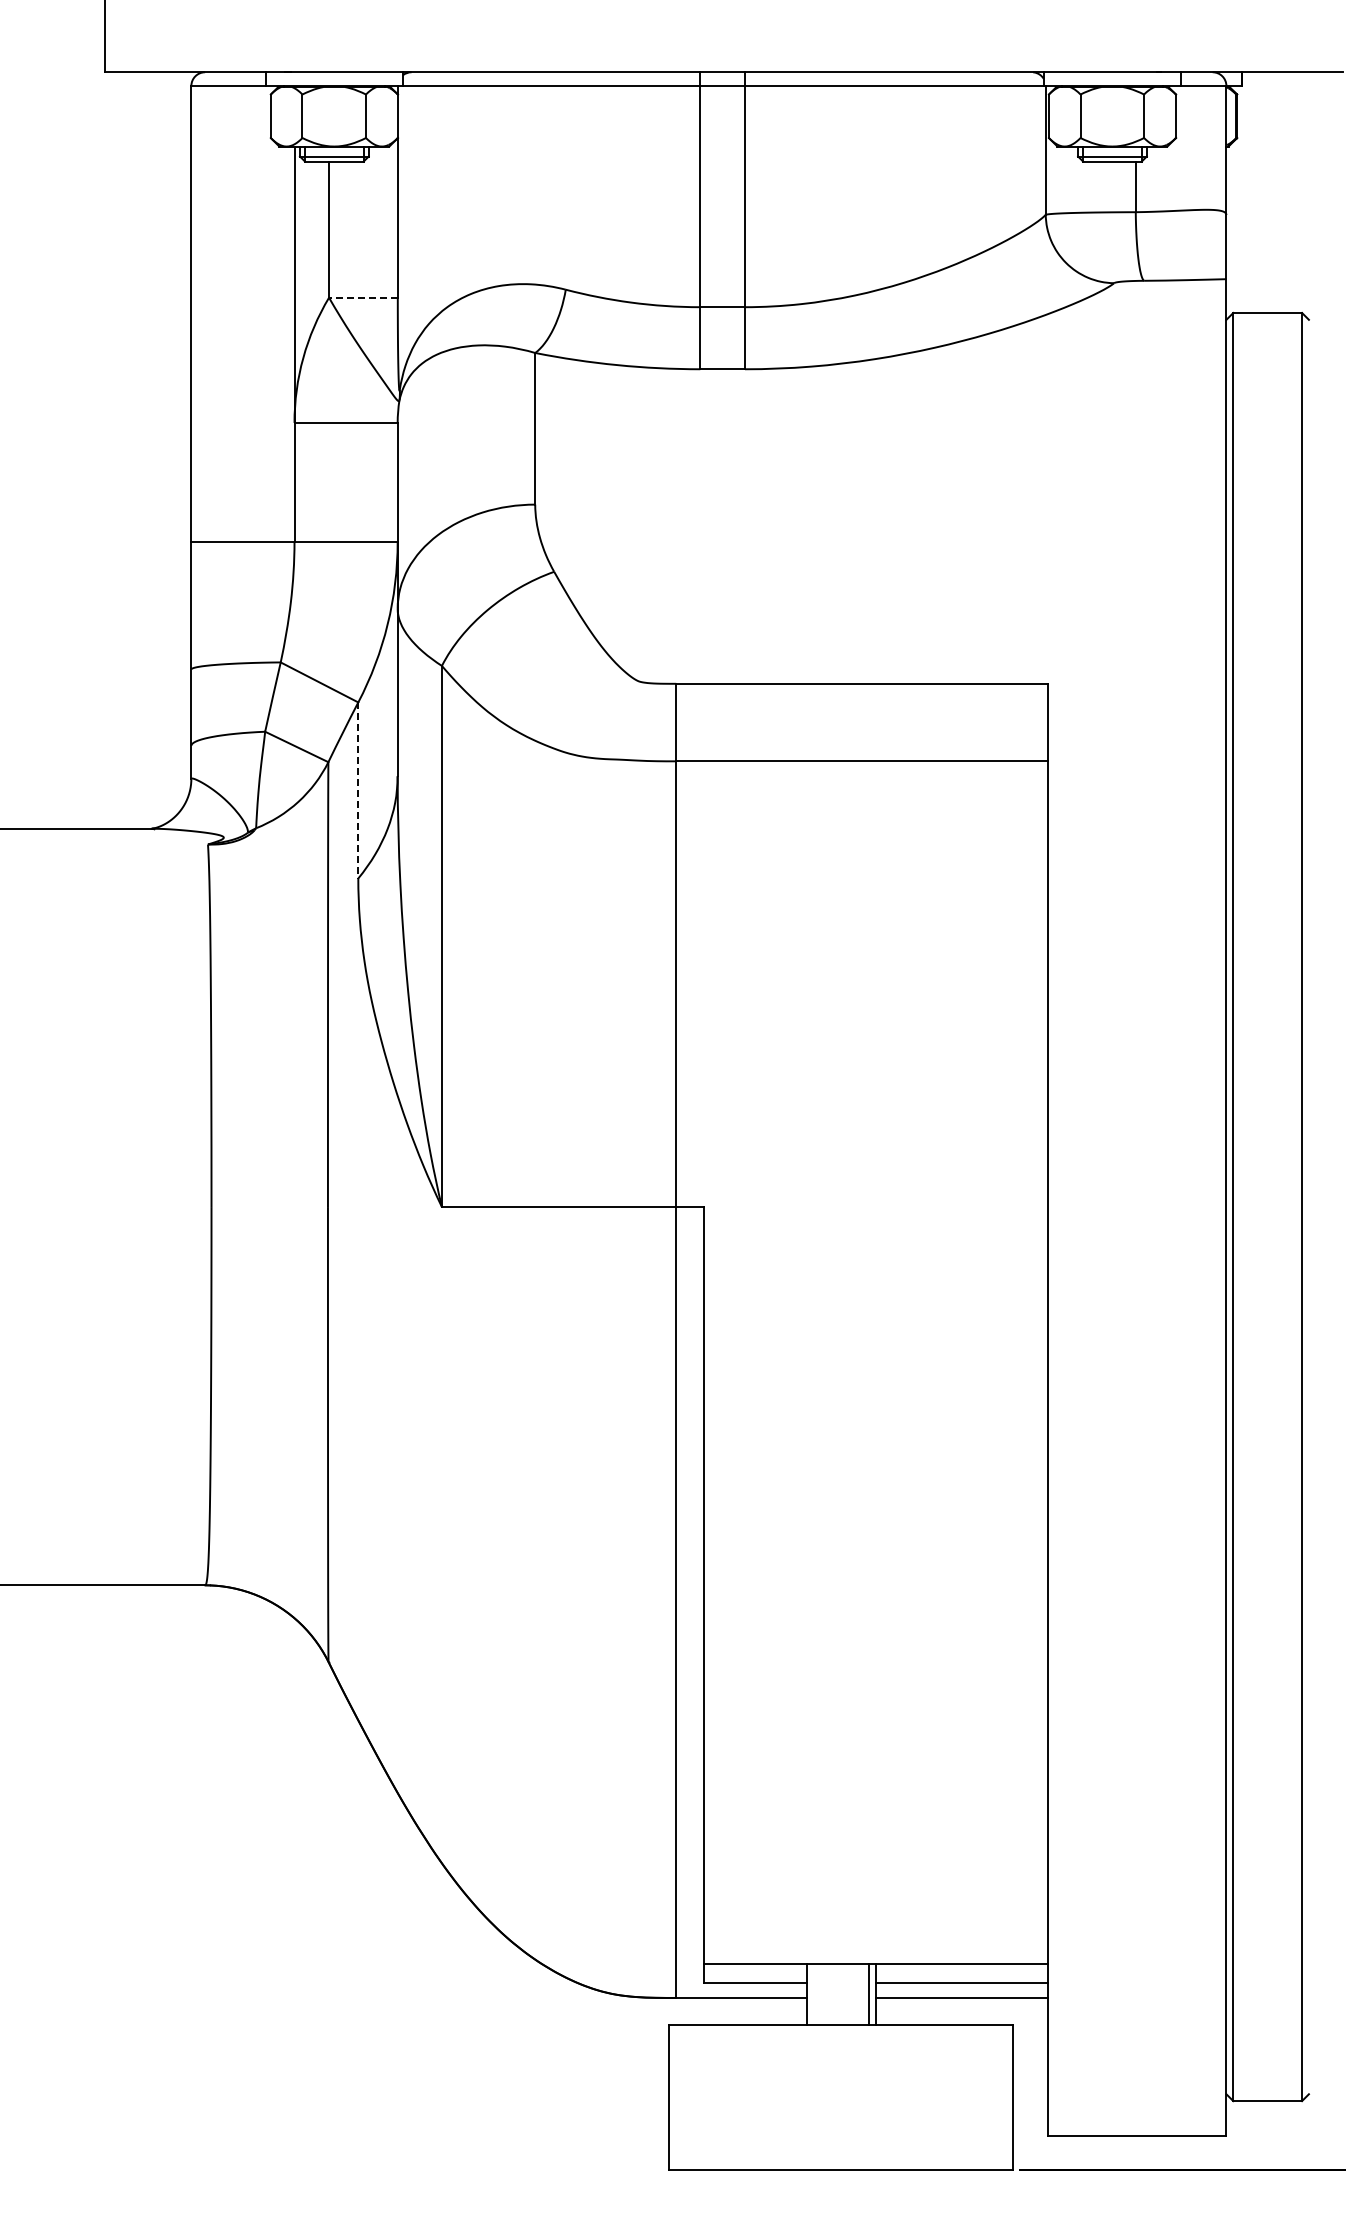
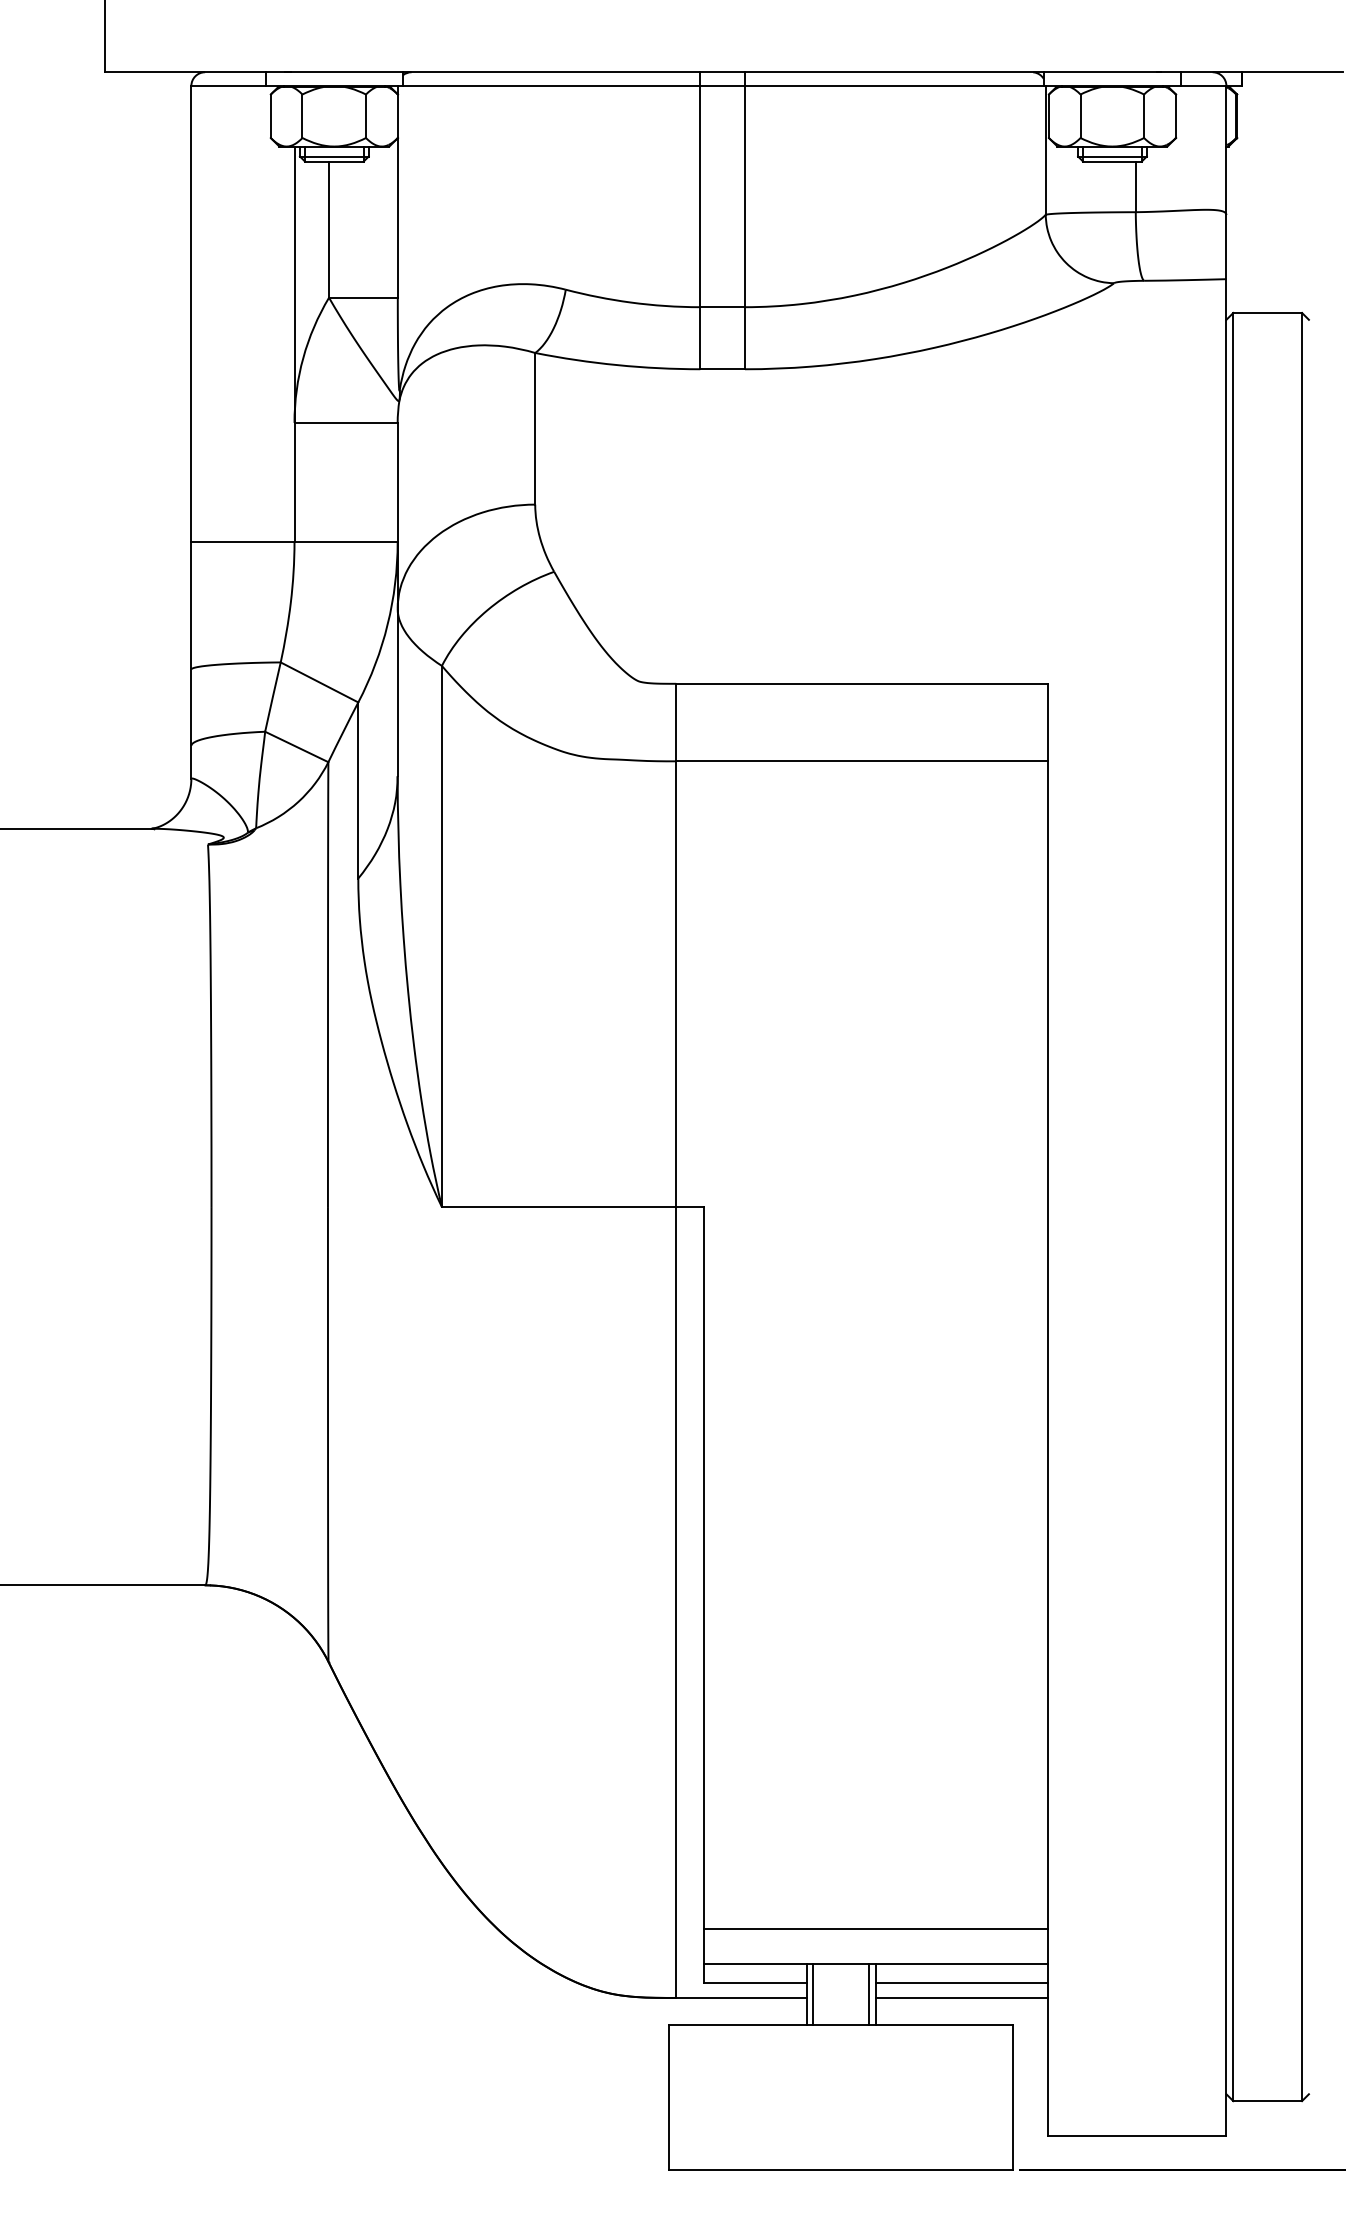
line at (362, 297): dashed -> solid
line at (358, 790): dashed -> solid
line at (875, 1929): none -> present
line at (813, 1994): none -> present
